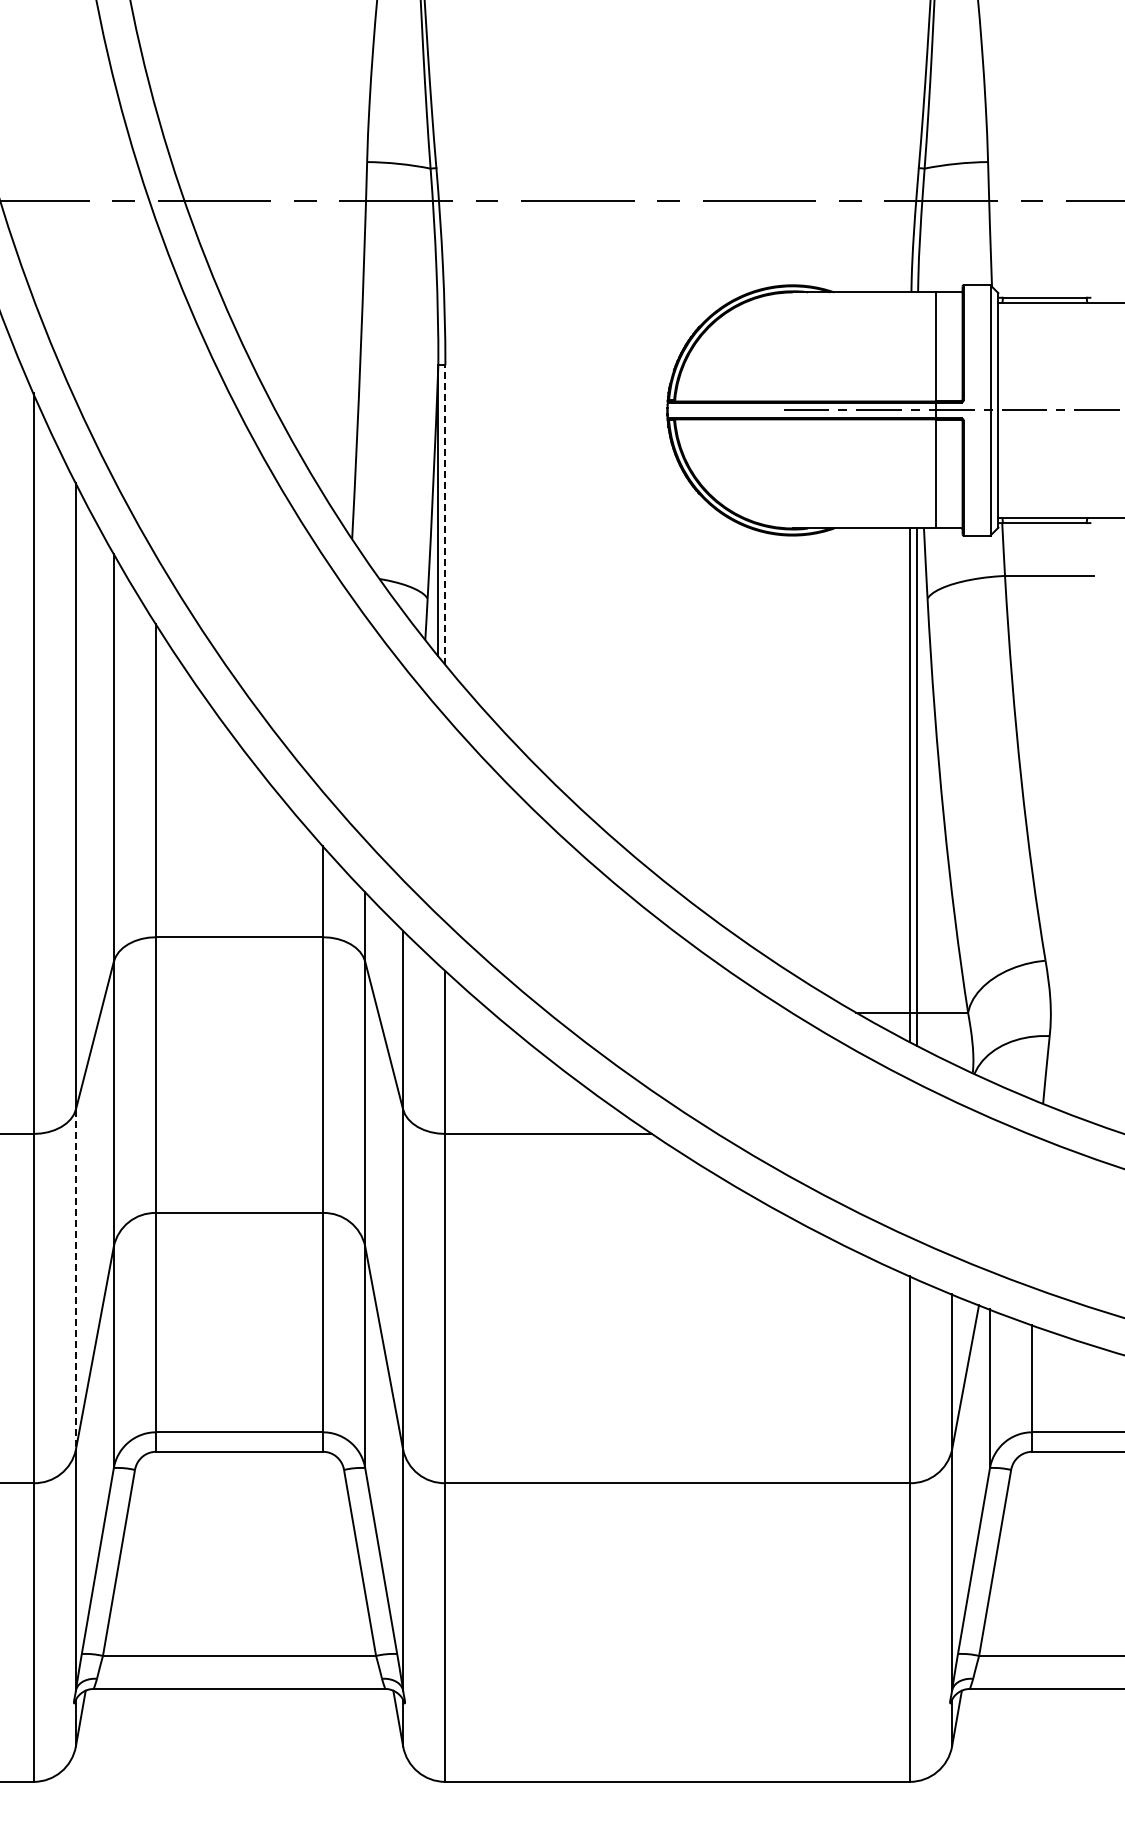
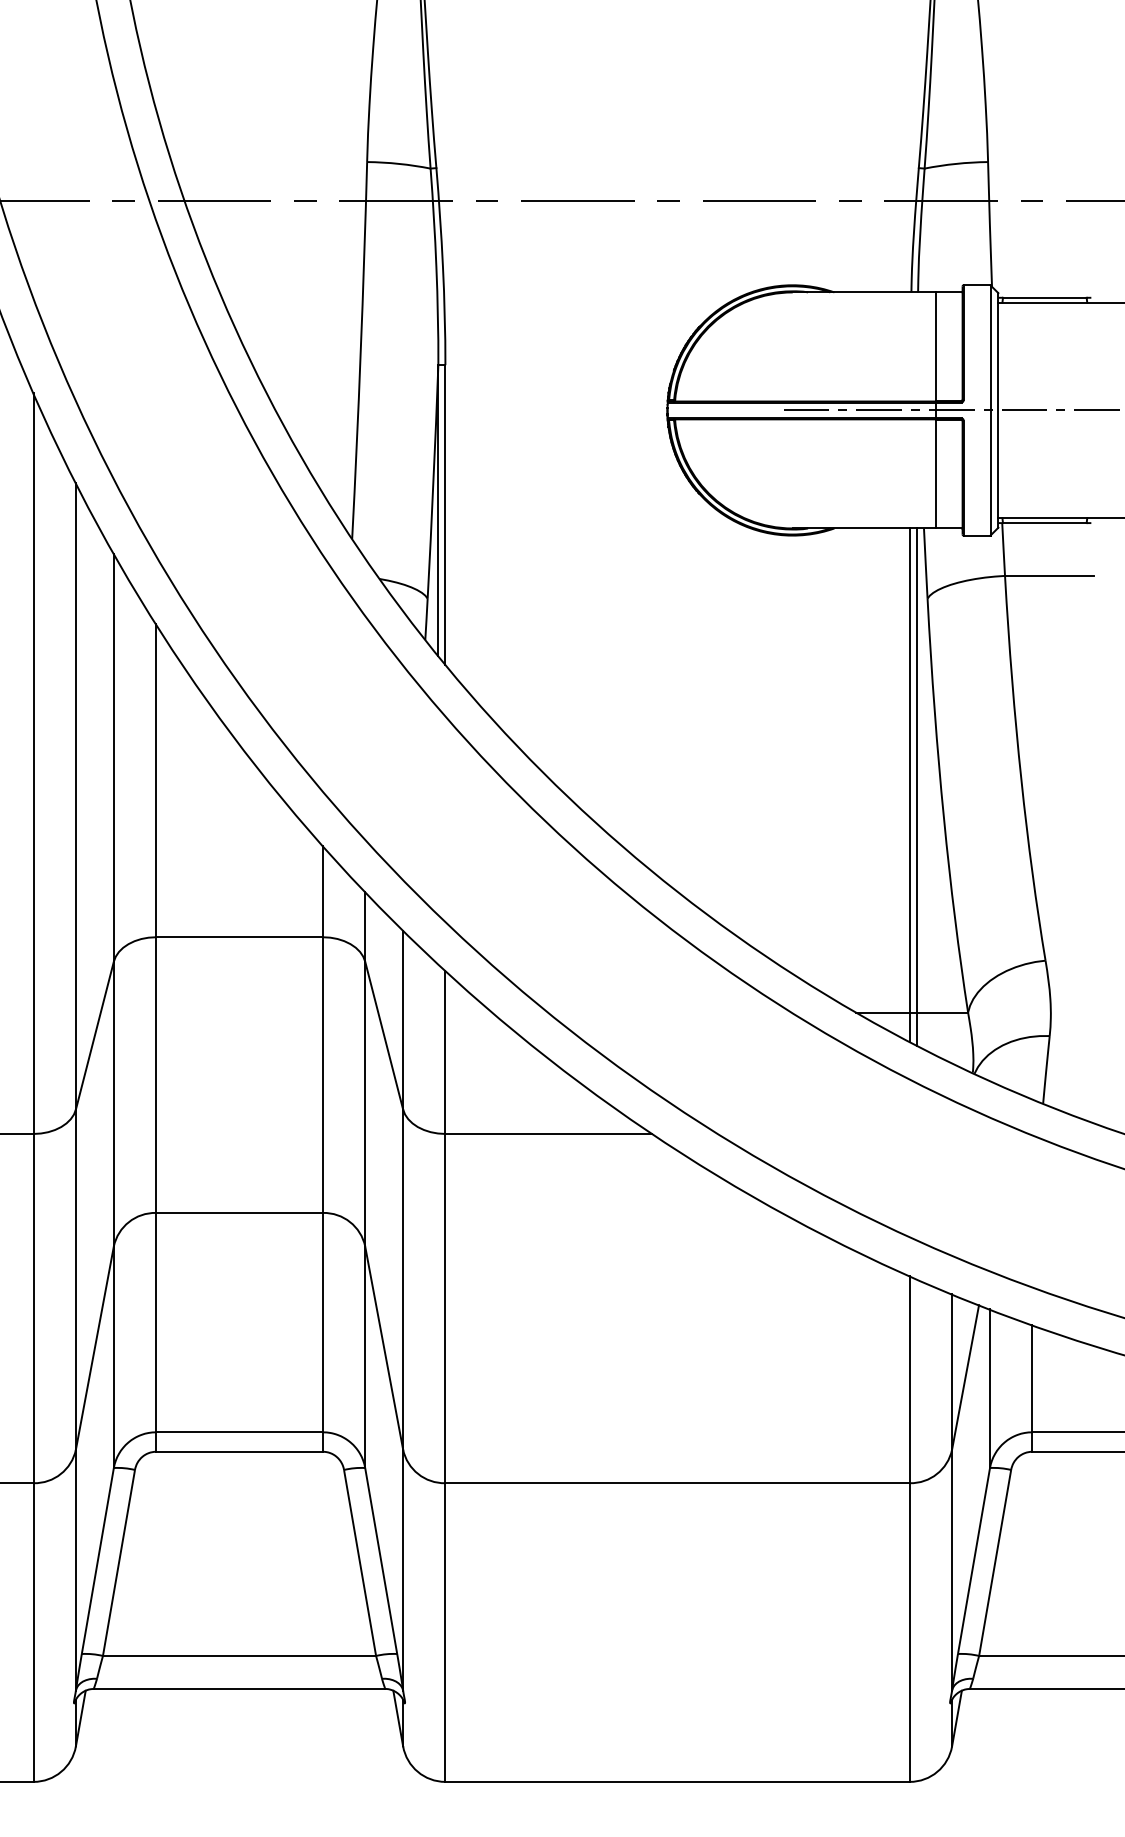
line at (445, 515): dashed -> solid
line at (75, 1280): dashed -> solid
